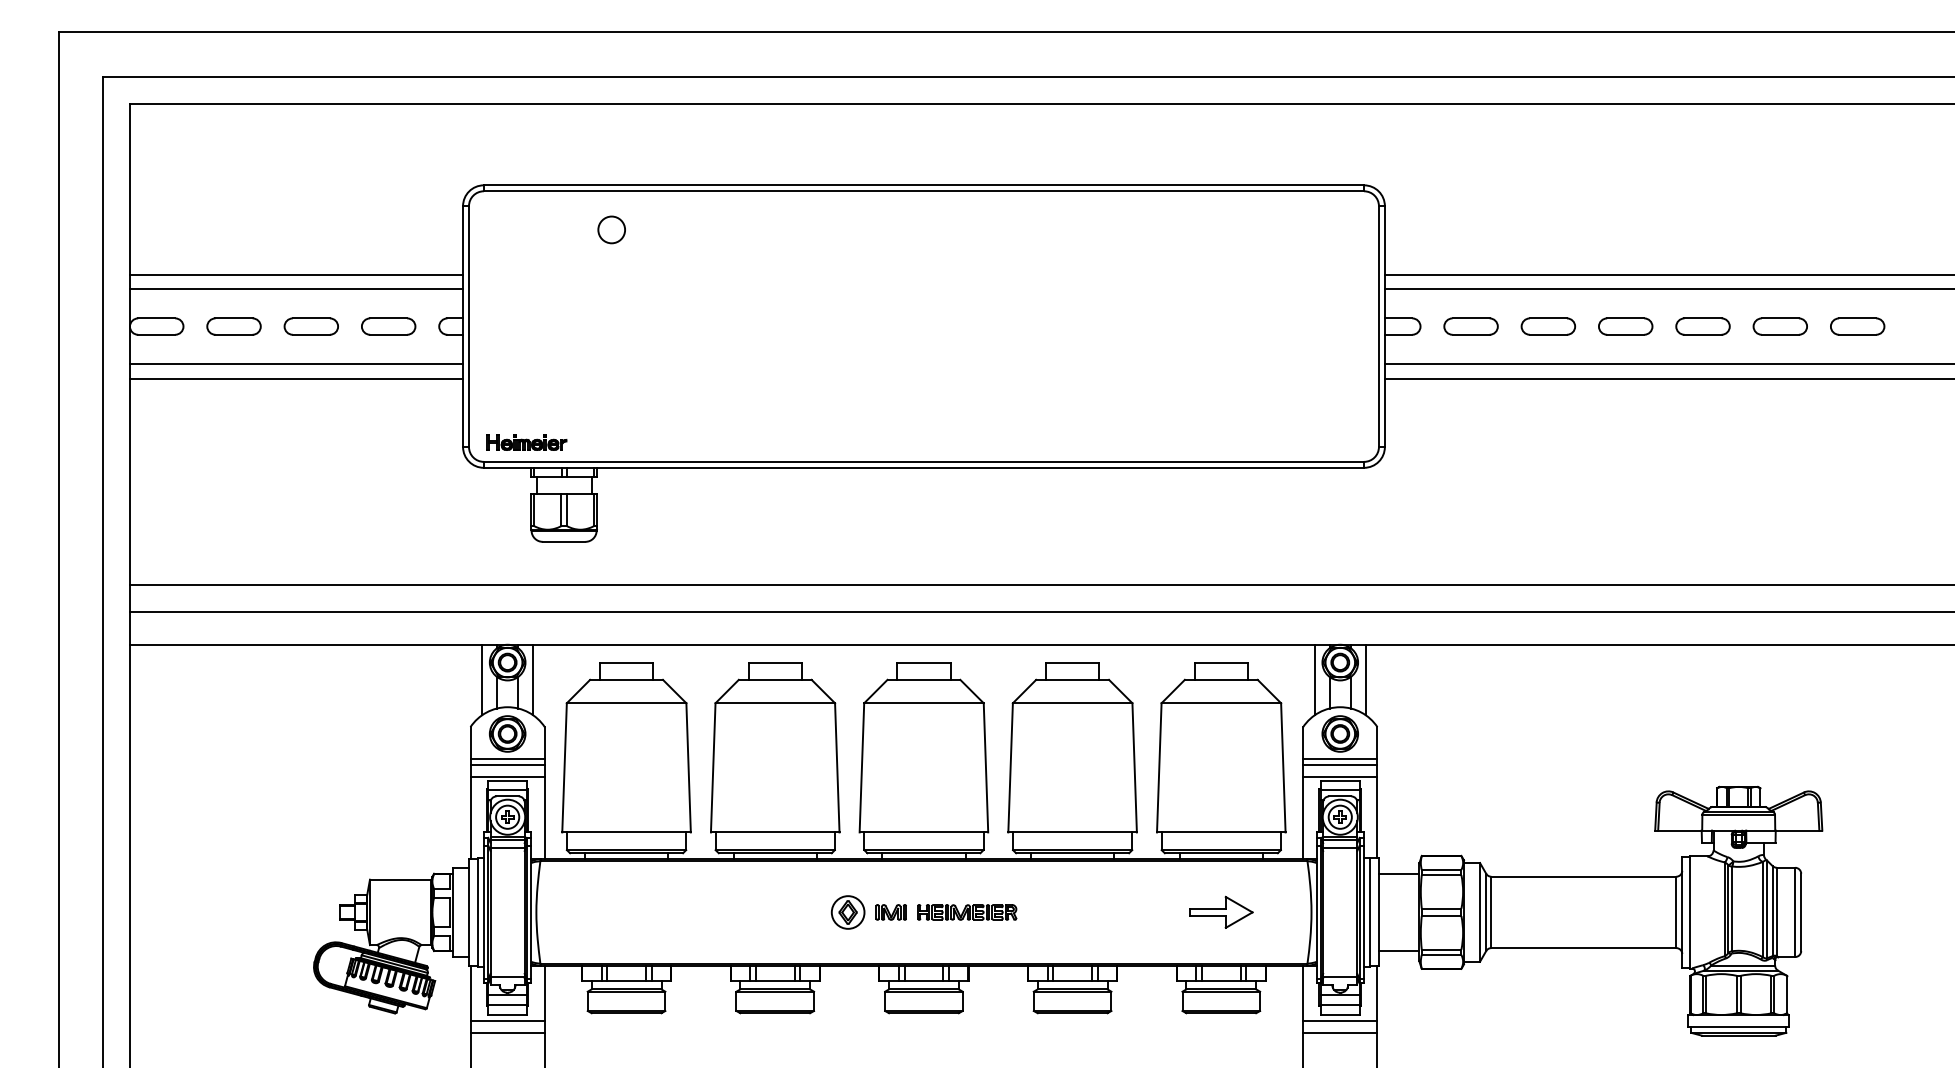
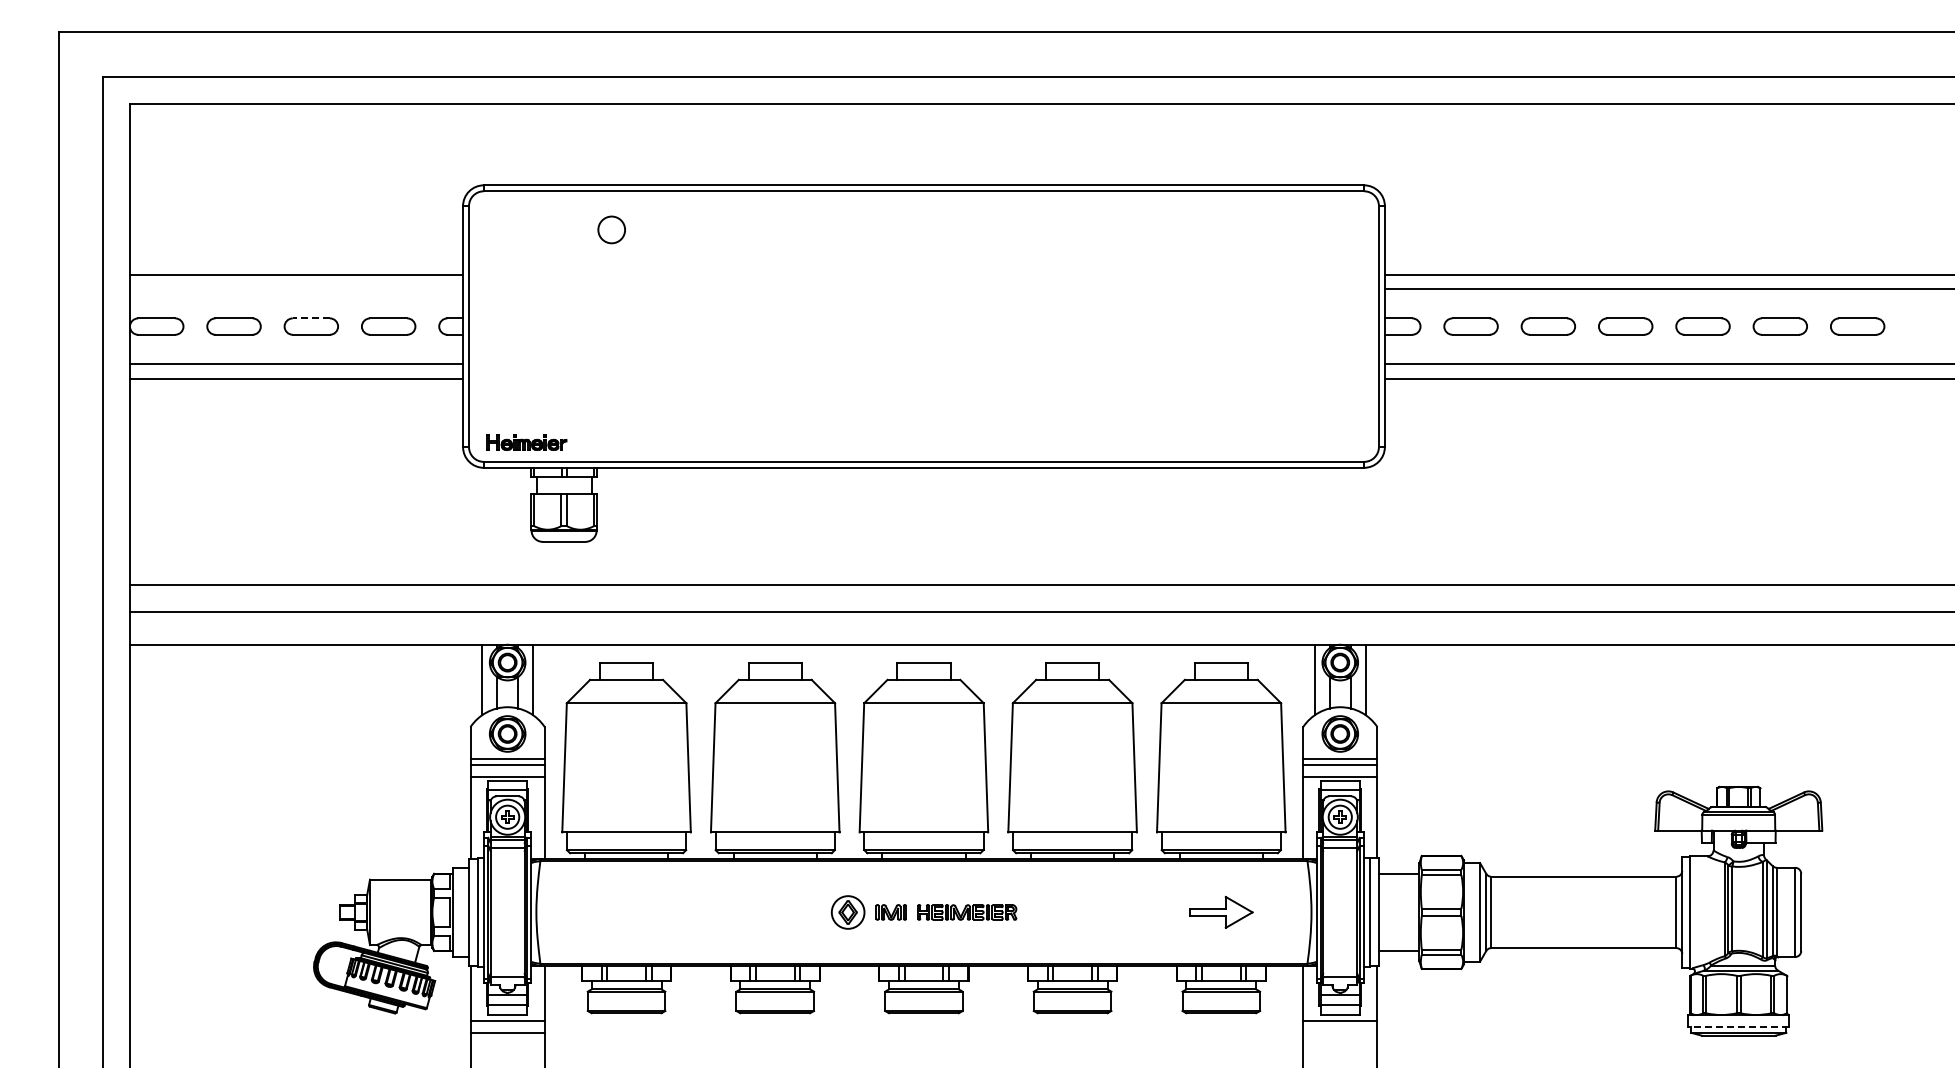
line at (296, 289): present -> none
line at (311, 318): solid -> dashed
line at (1738, 1026): solid -> dashed
line at (1340, 1032): present -> none
